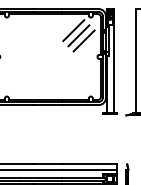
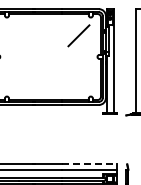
line at (73, 30): present -> none
line at (83, 40): present -> none
line at (89, 164): solid -> dashed
